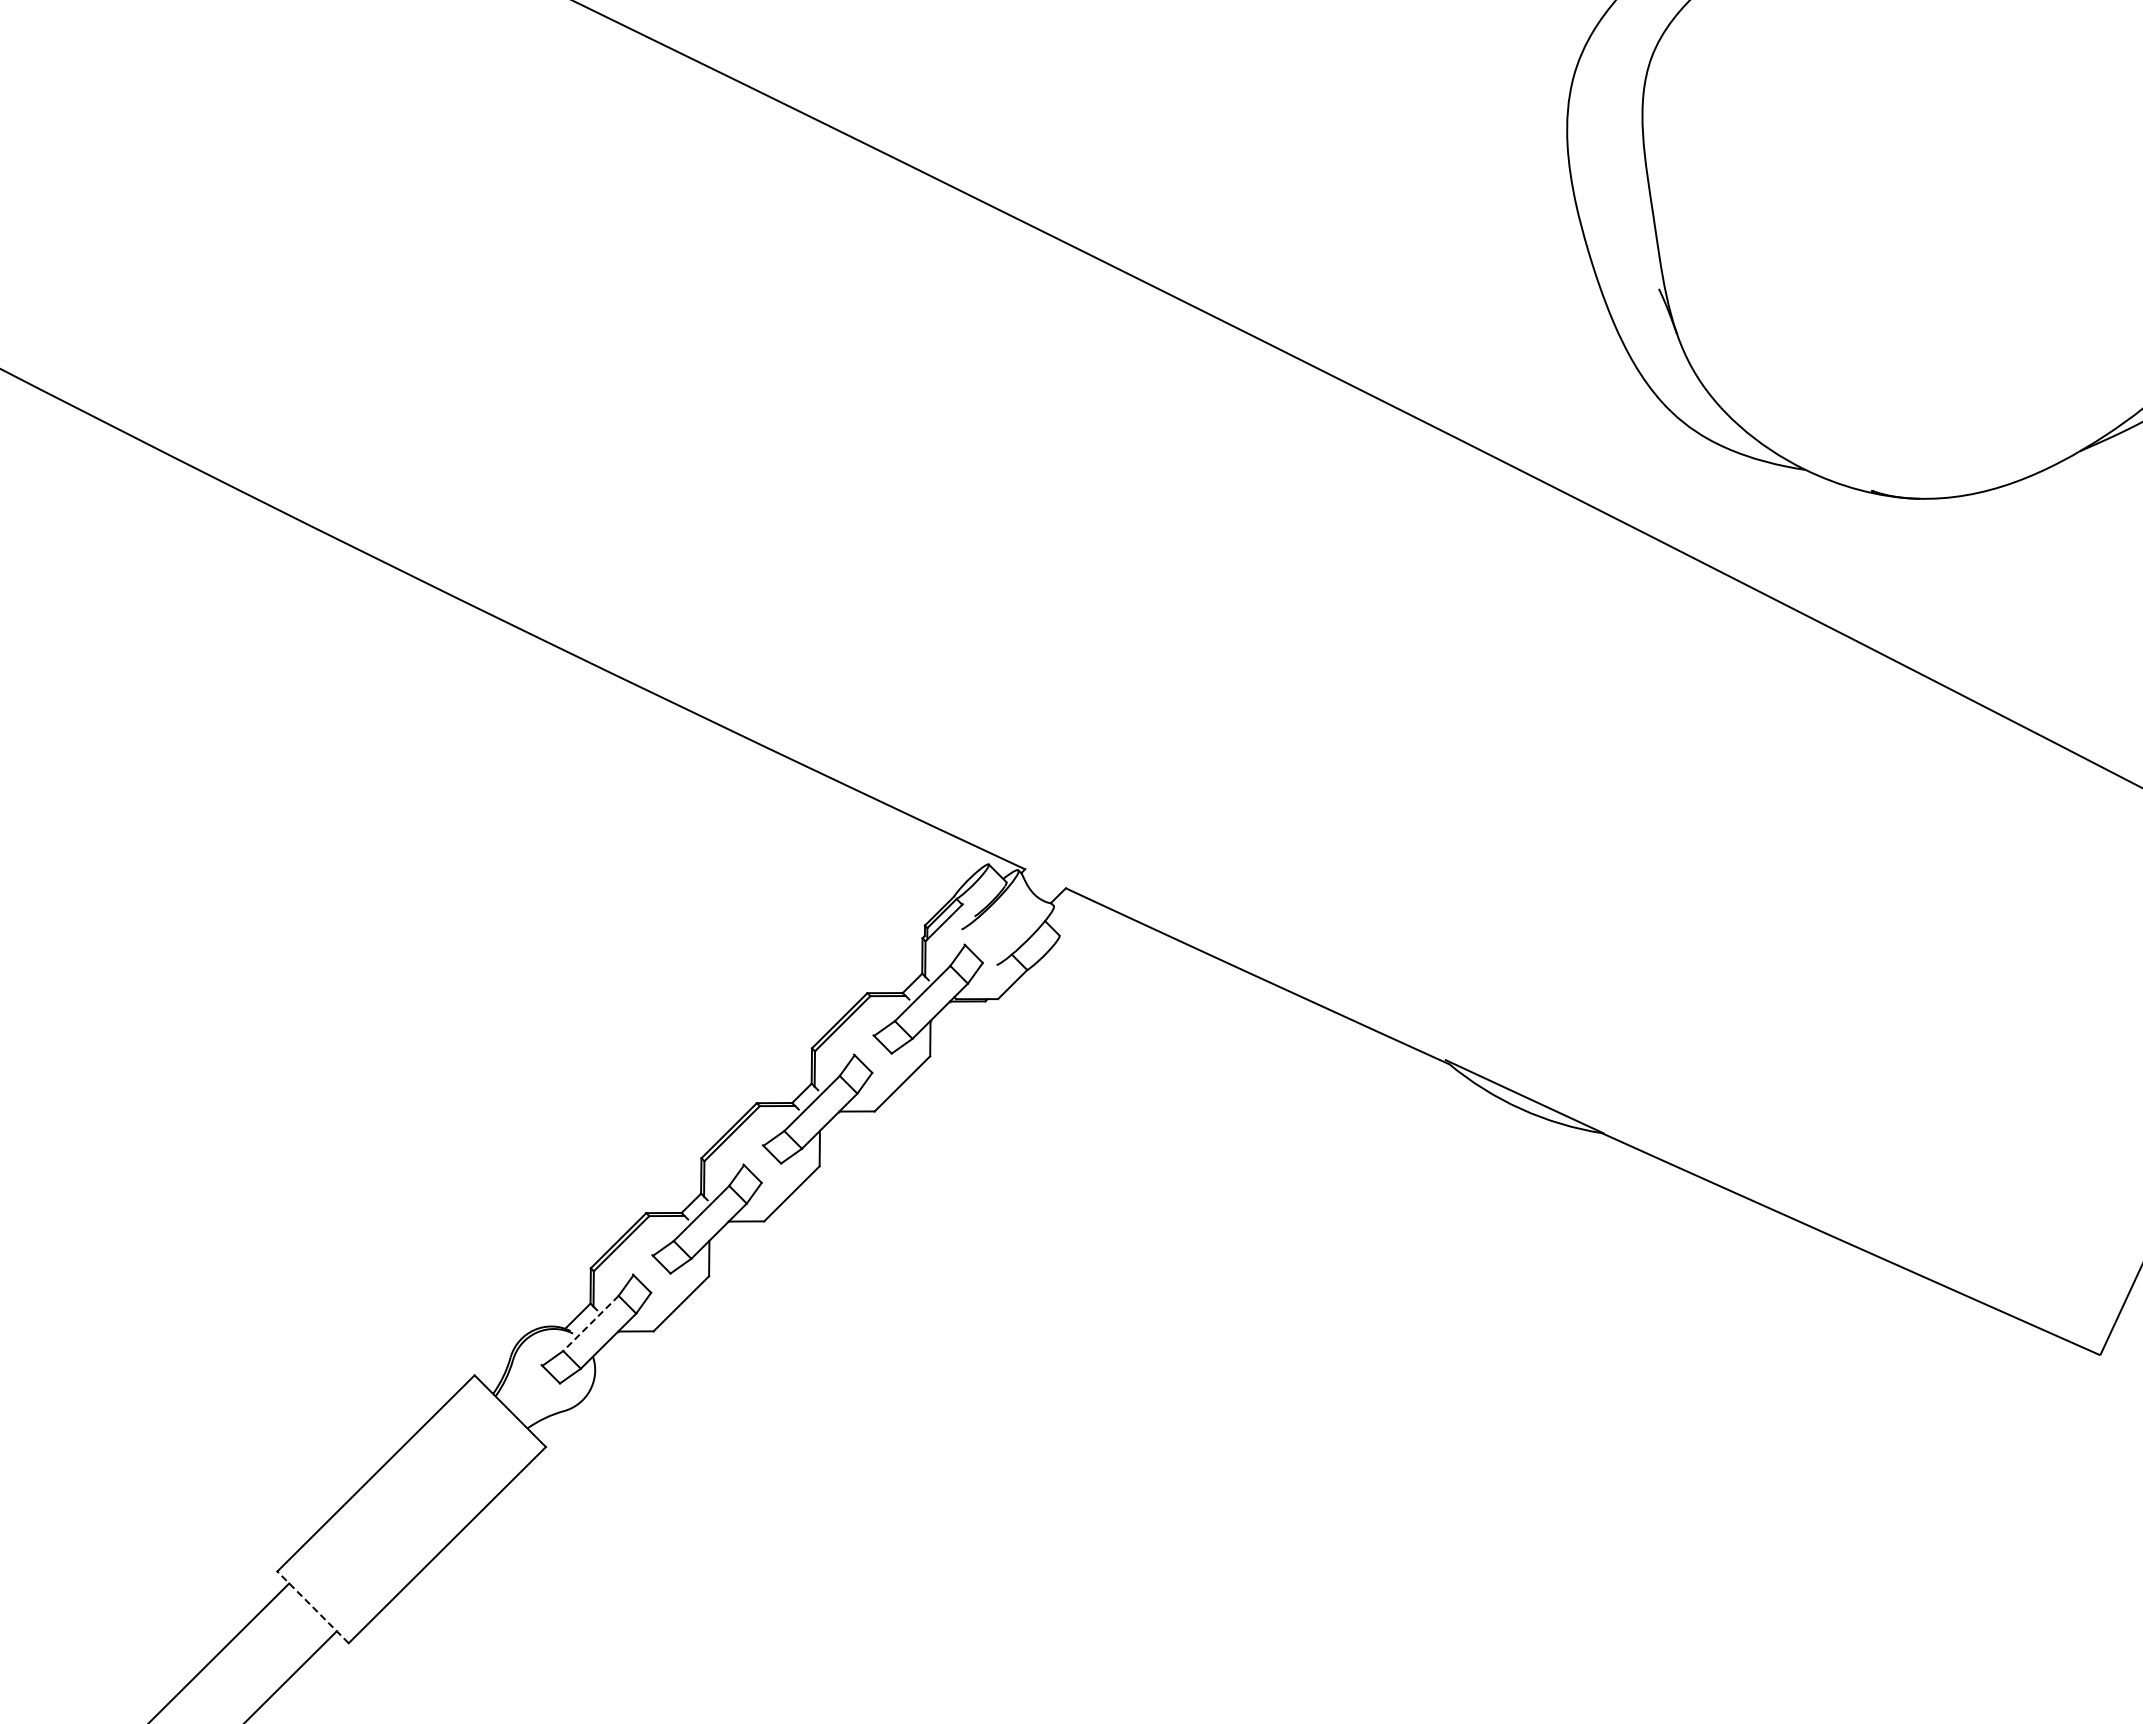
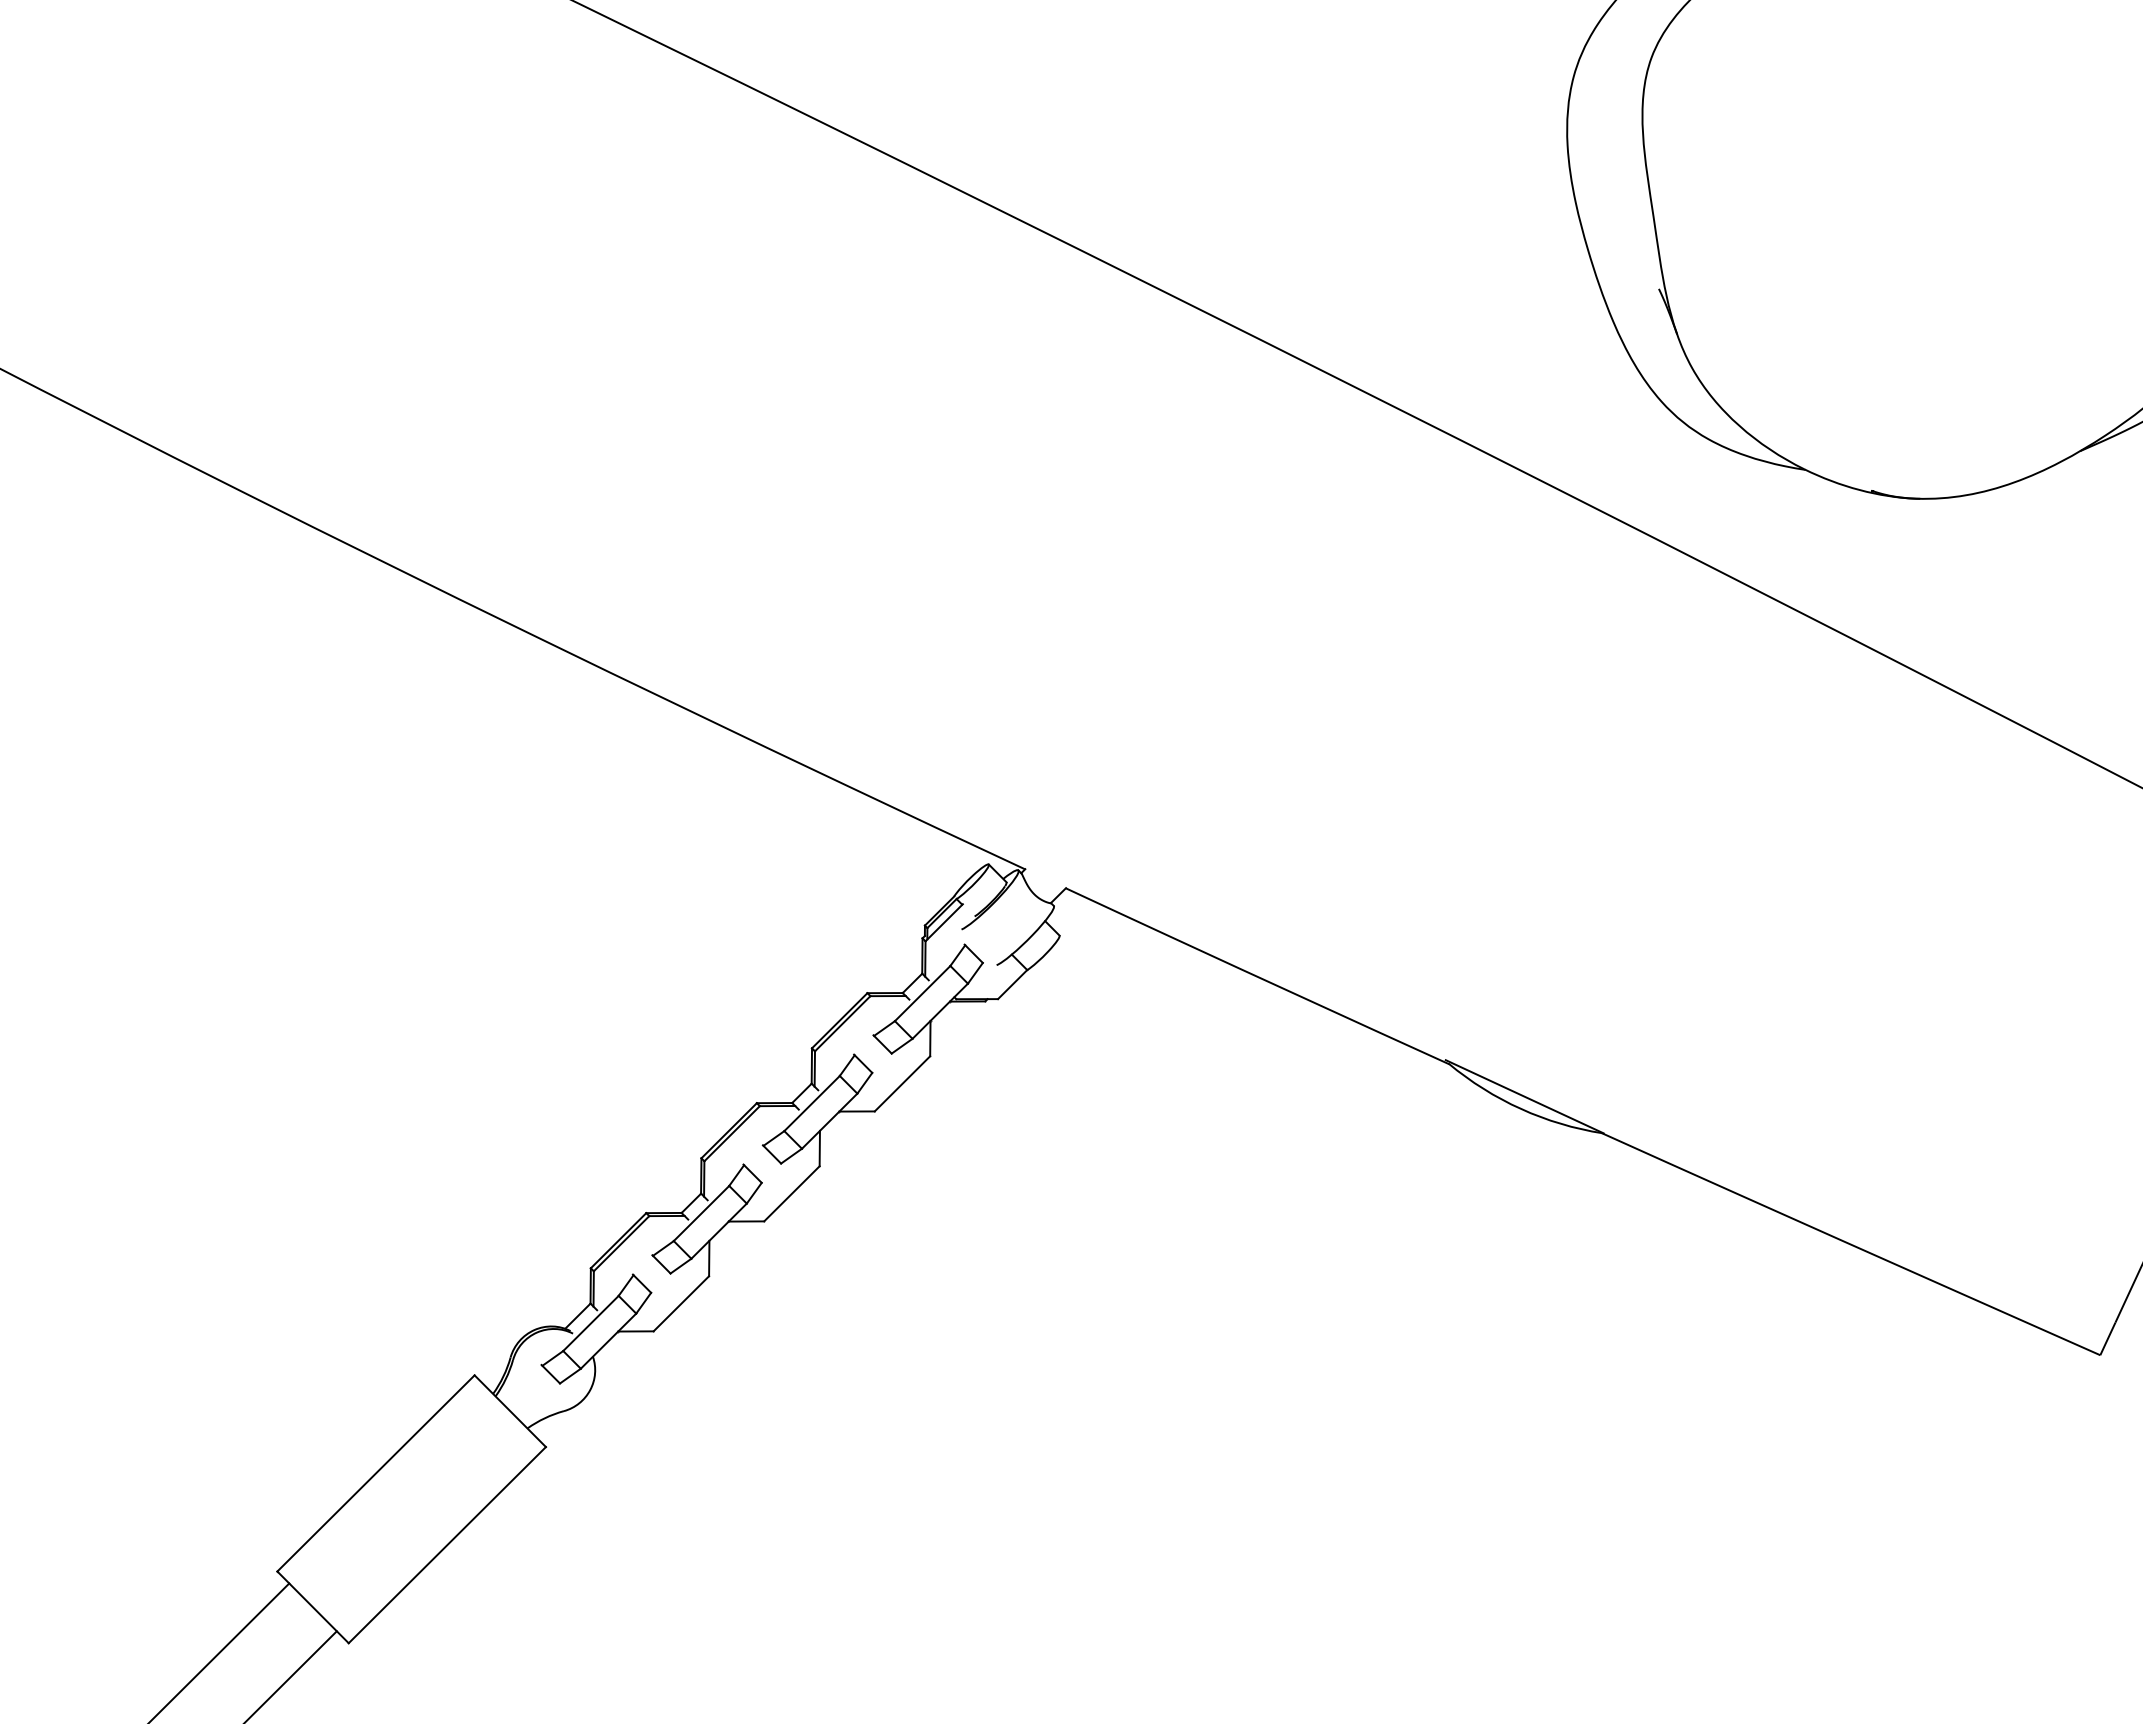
line at (590, 1323): dashed -> solid
line at (312, 1607): dashed -> solid
